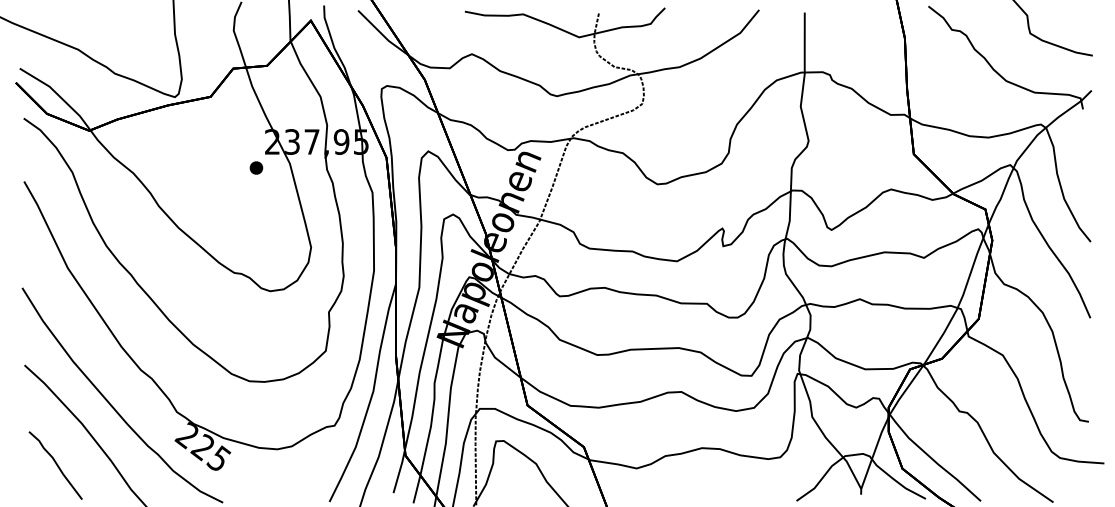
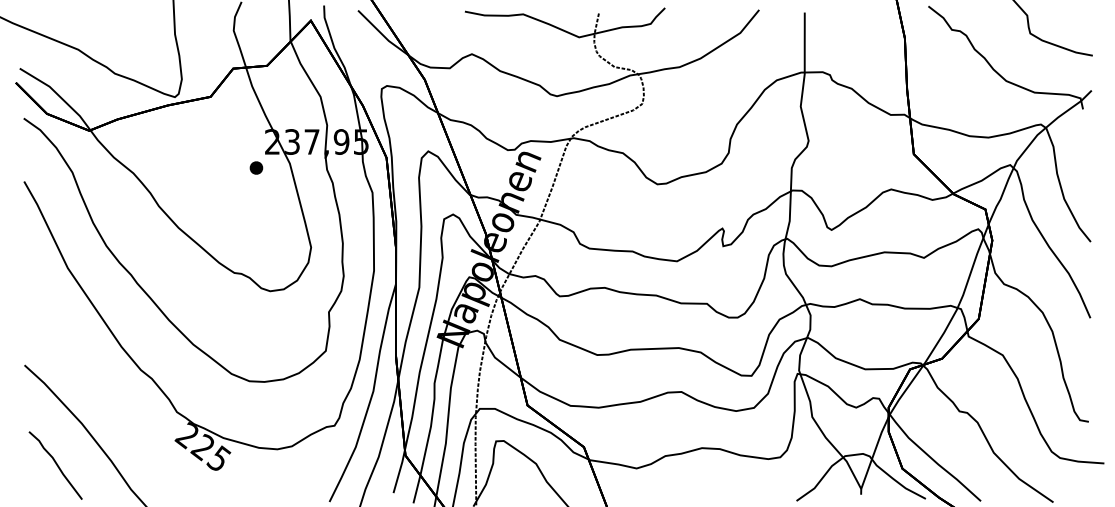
curve at (112, 405): present -> none
